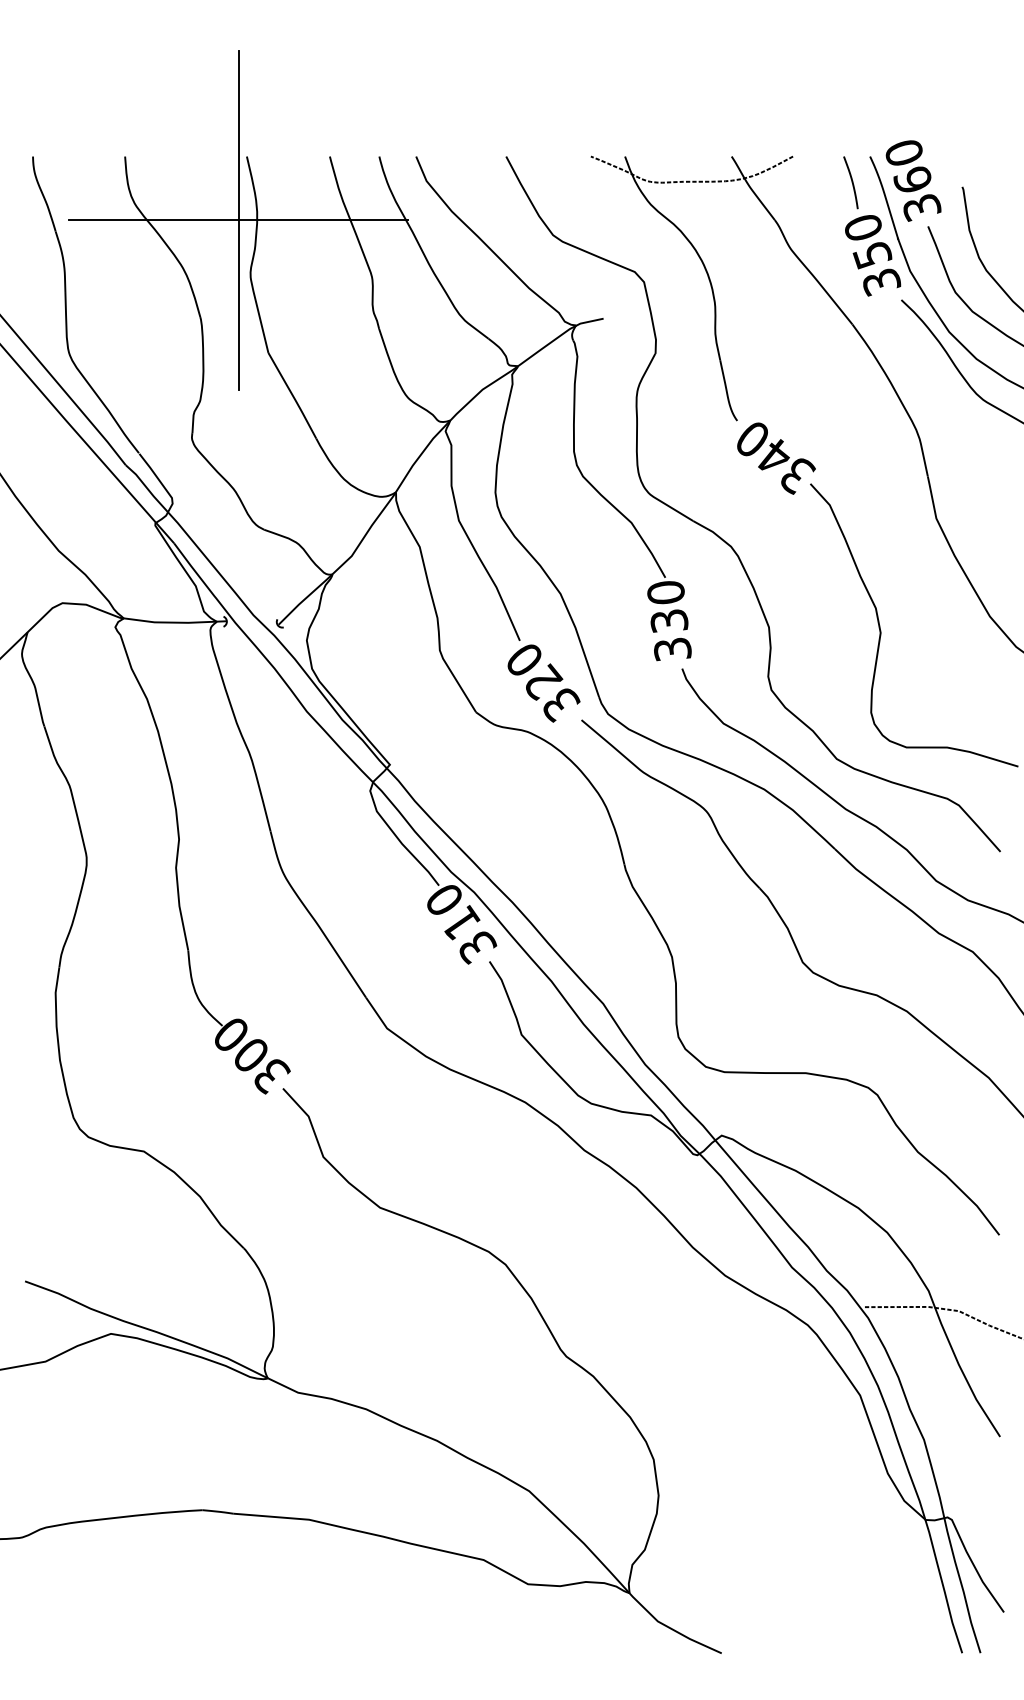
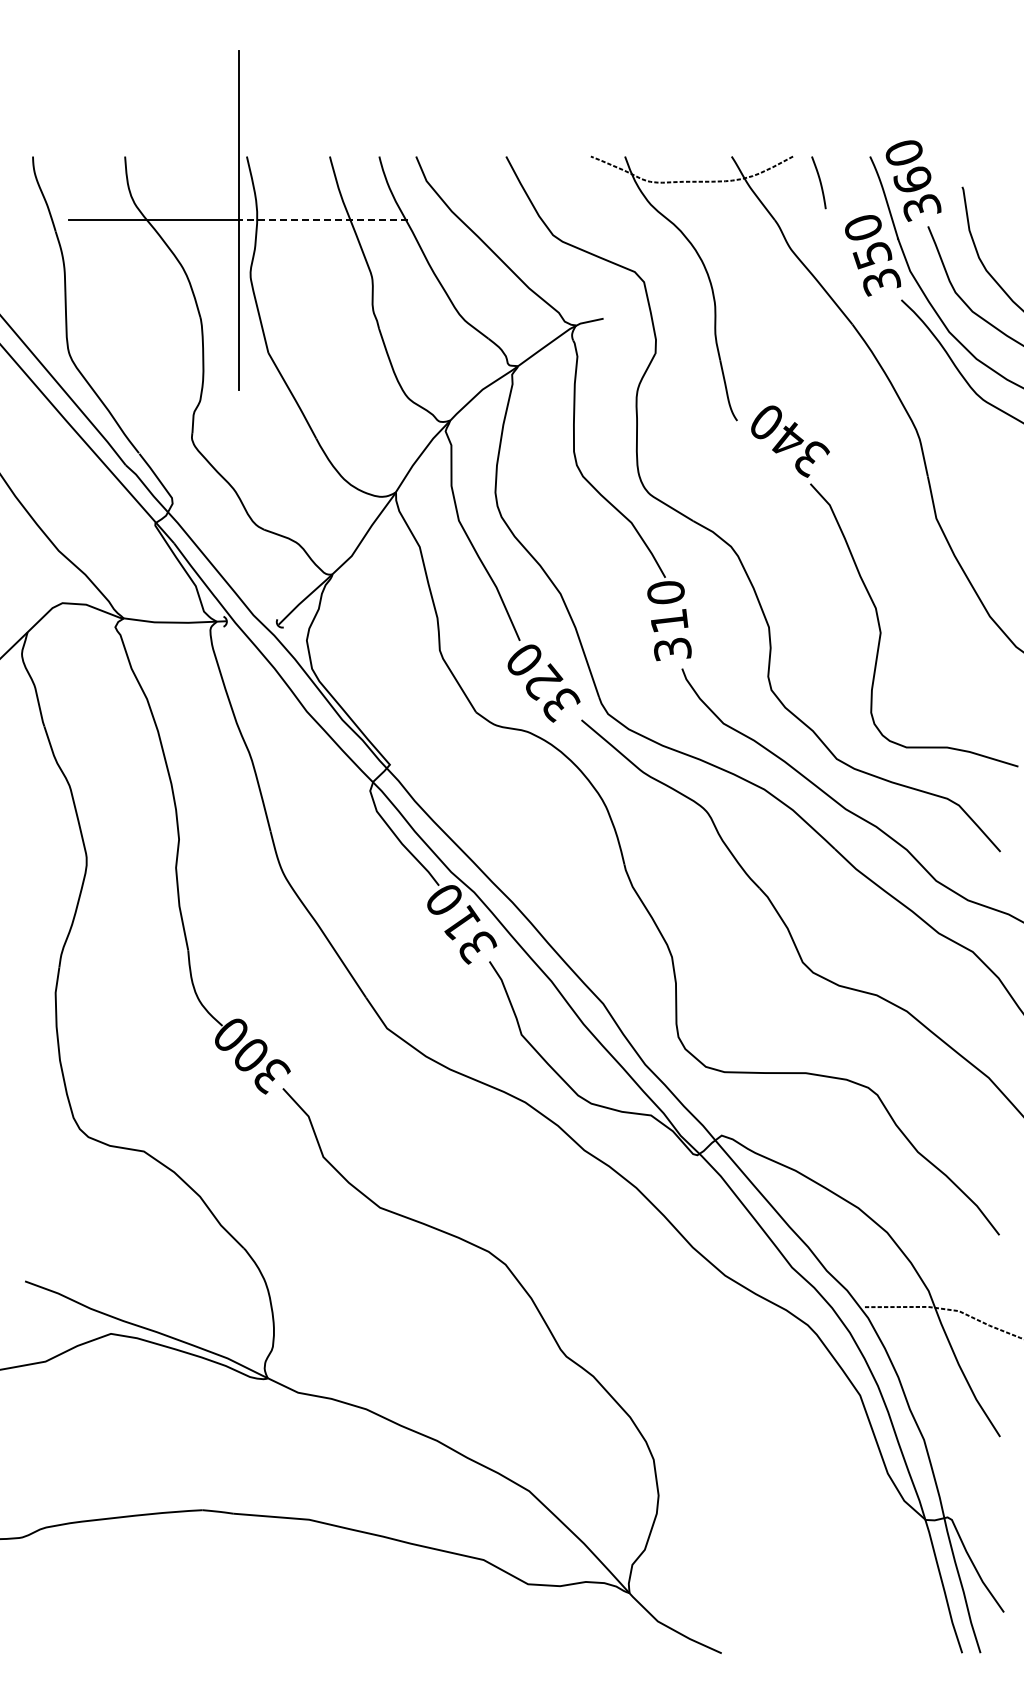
curve at (851, 182) position: (851, 182) -> (819, 182)
line at (323, 220): solid -> dashed
text at (776, 458) position: (776, 458) -> (790, 441)
text at (669, 620): 330 -> 310
